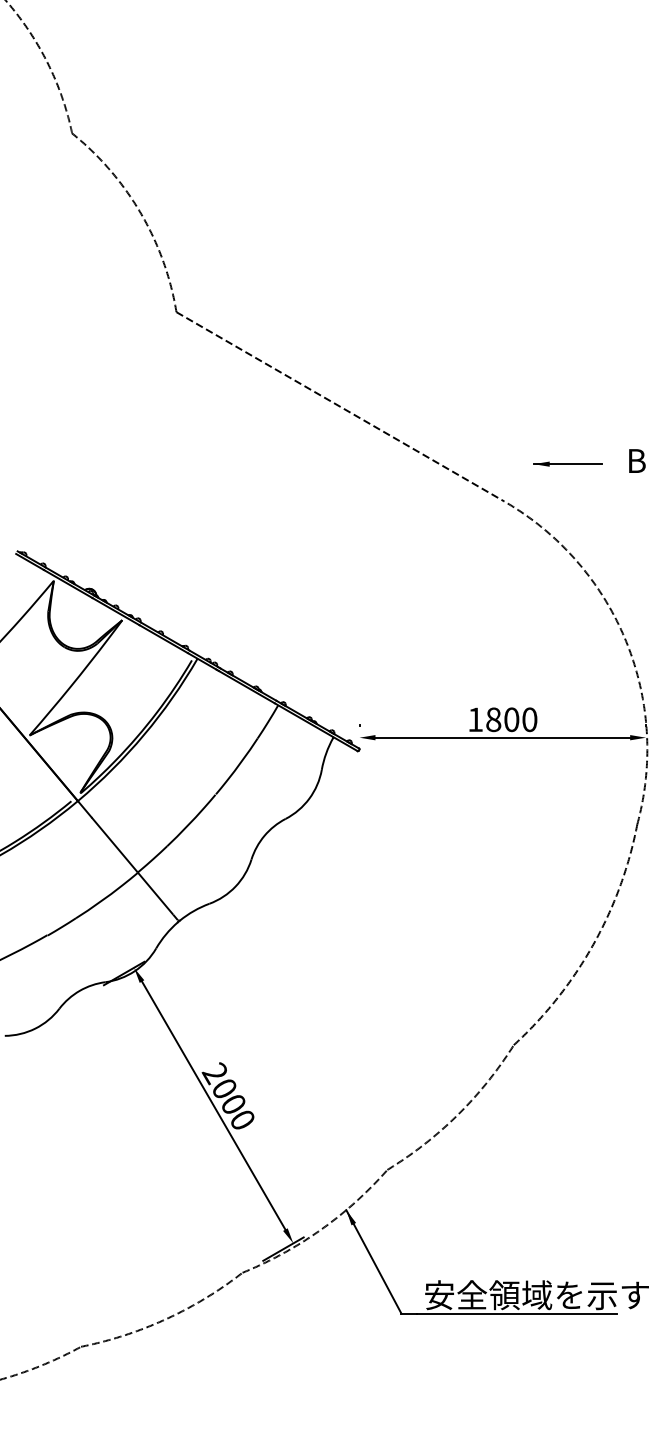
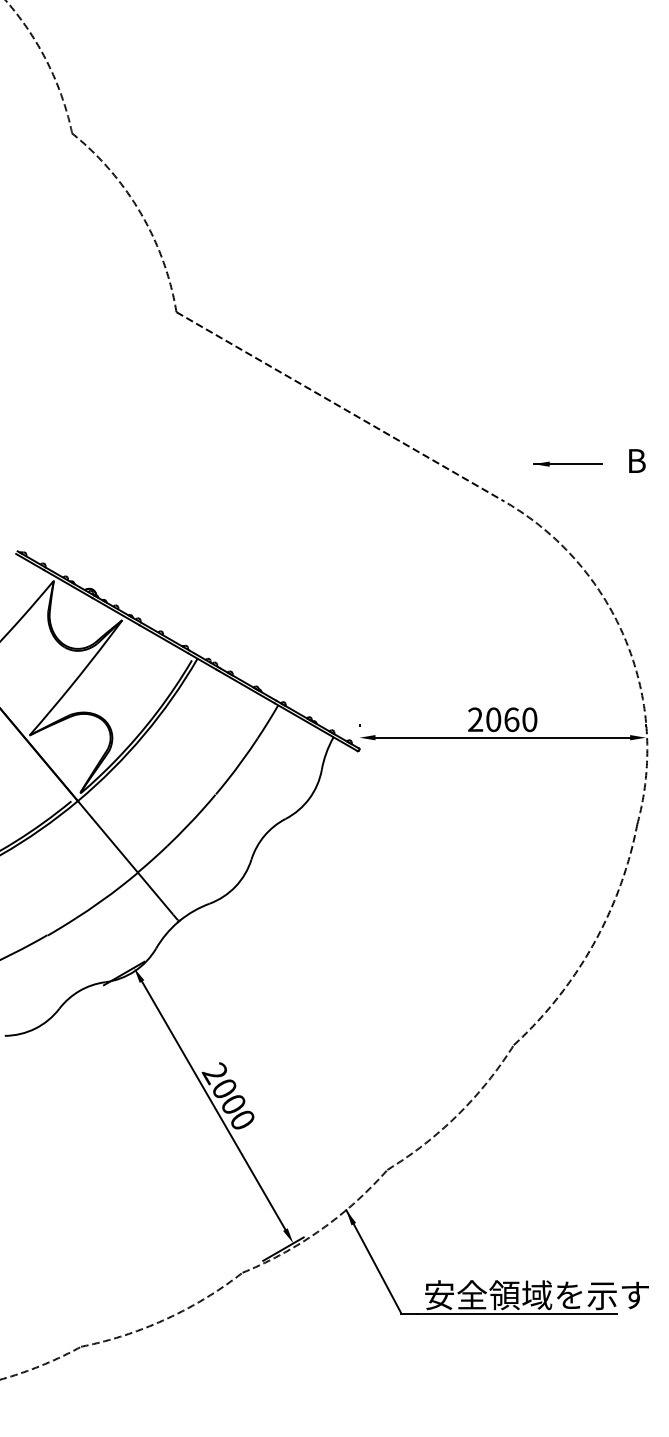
text at (493, 719): 1800 -> 2060
